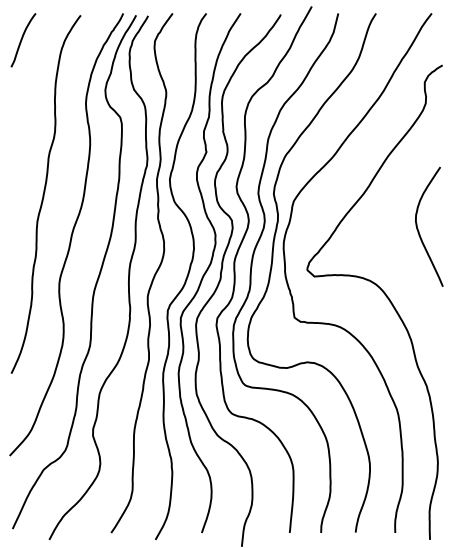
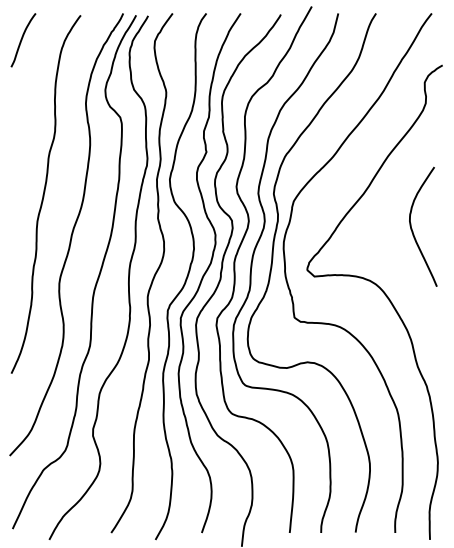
curve at (418, 228) position: (418, 228) -> (412, 228)
